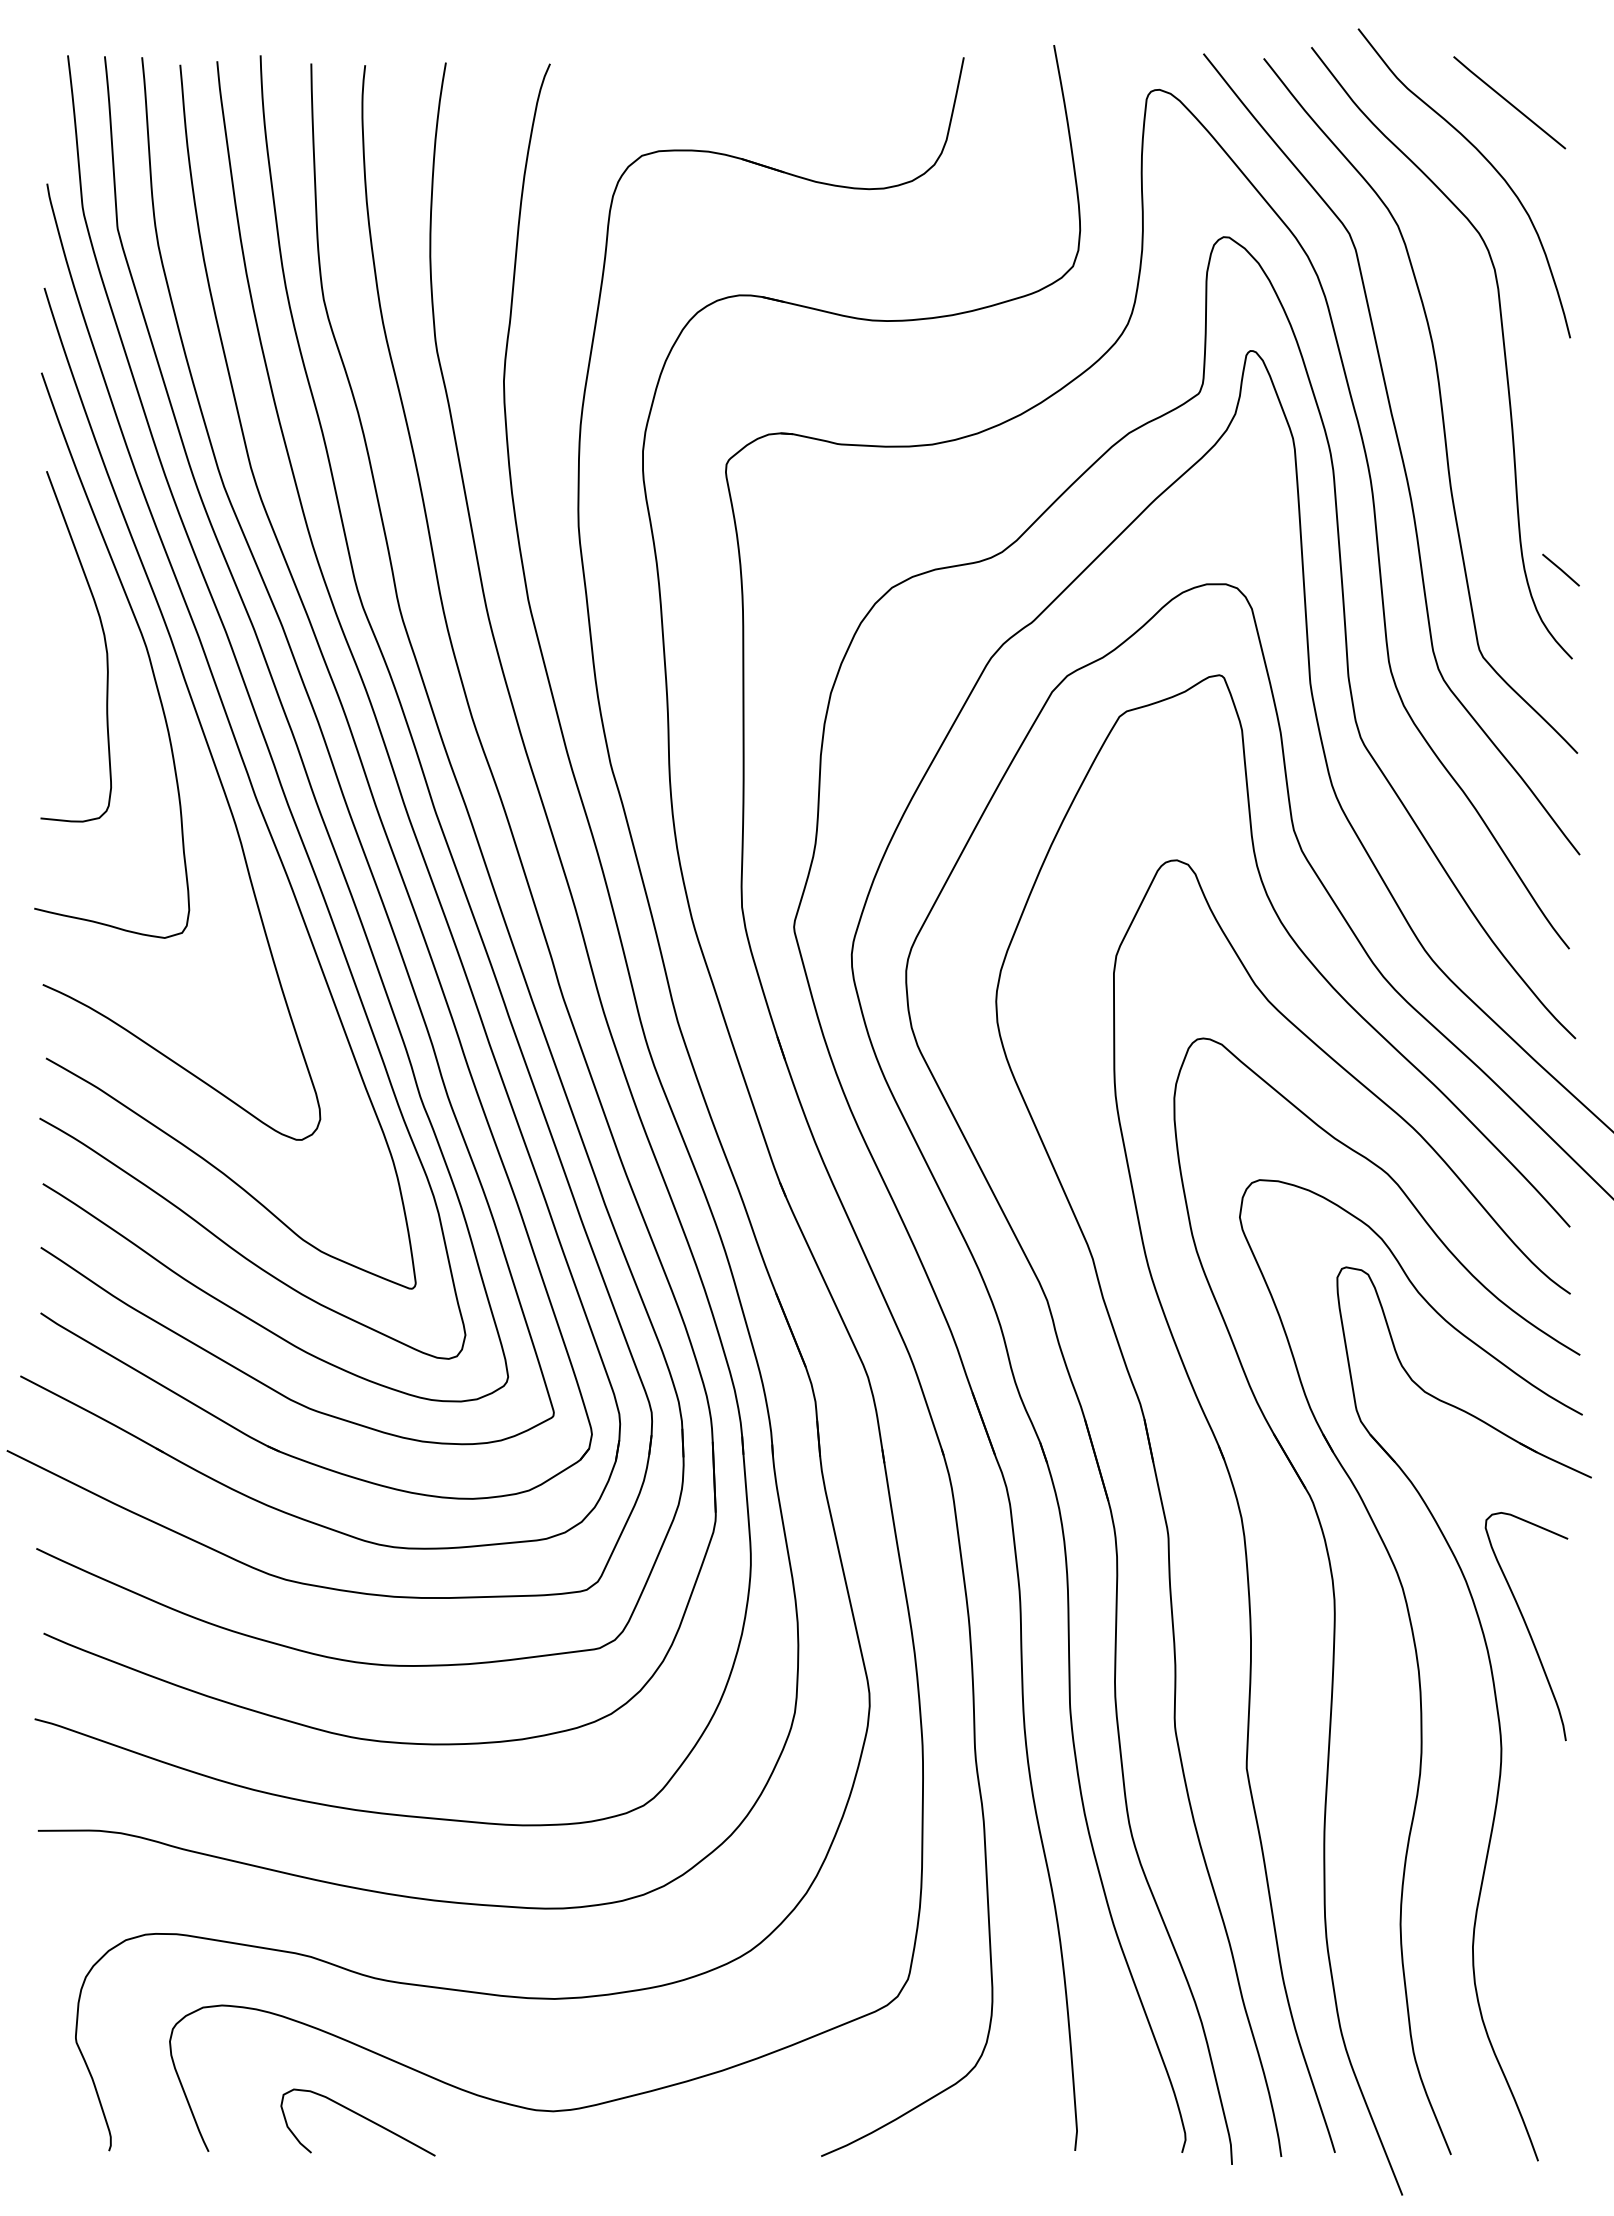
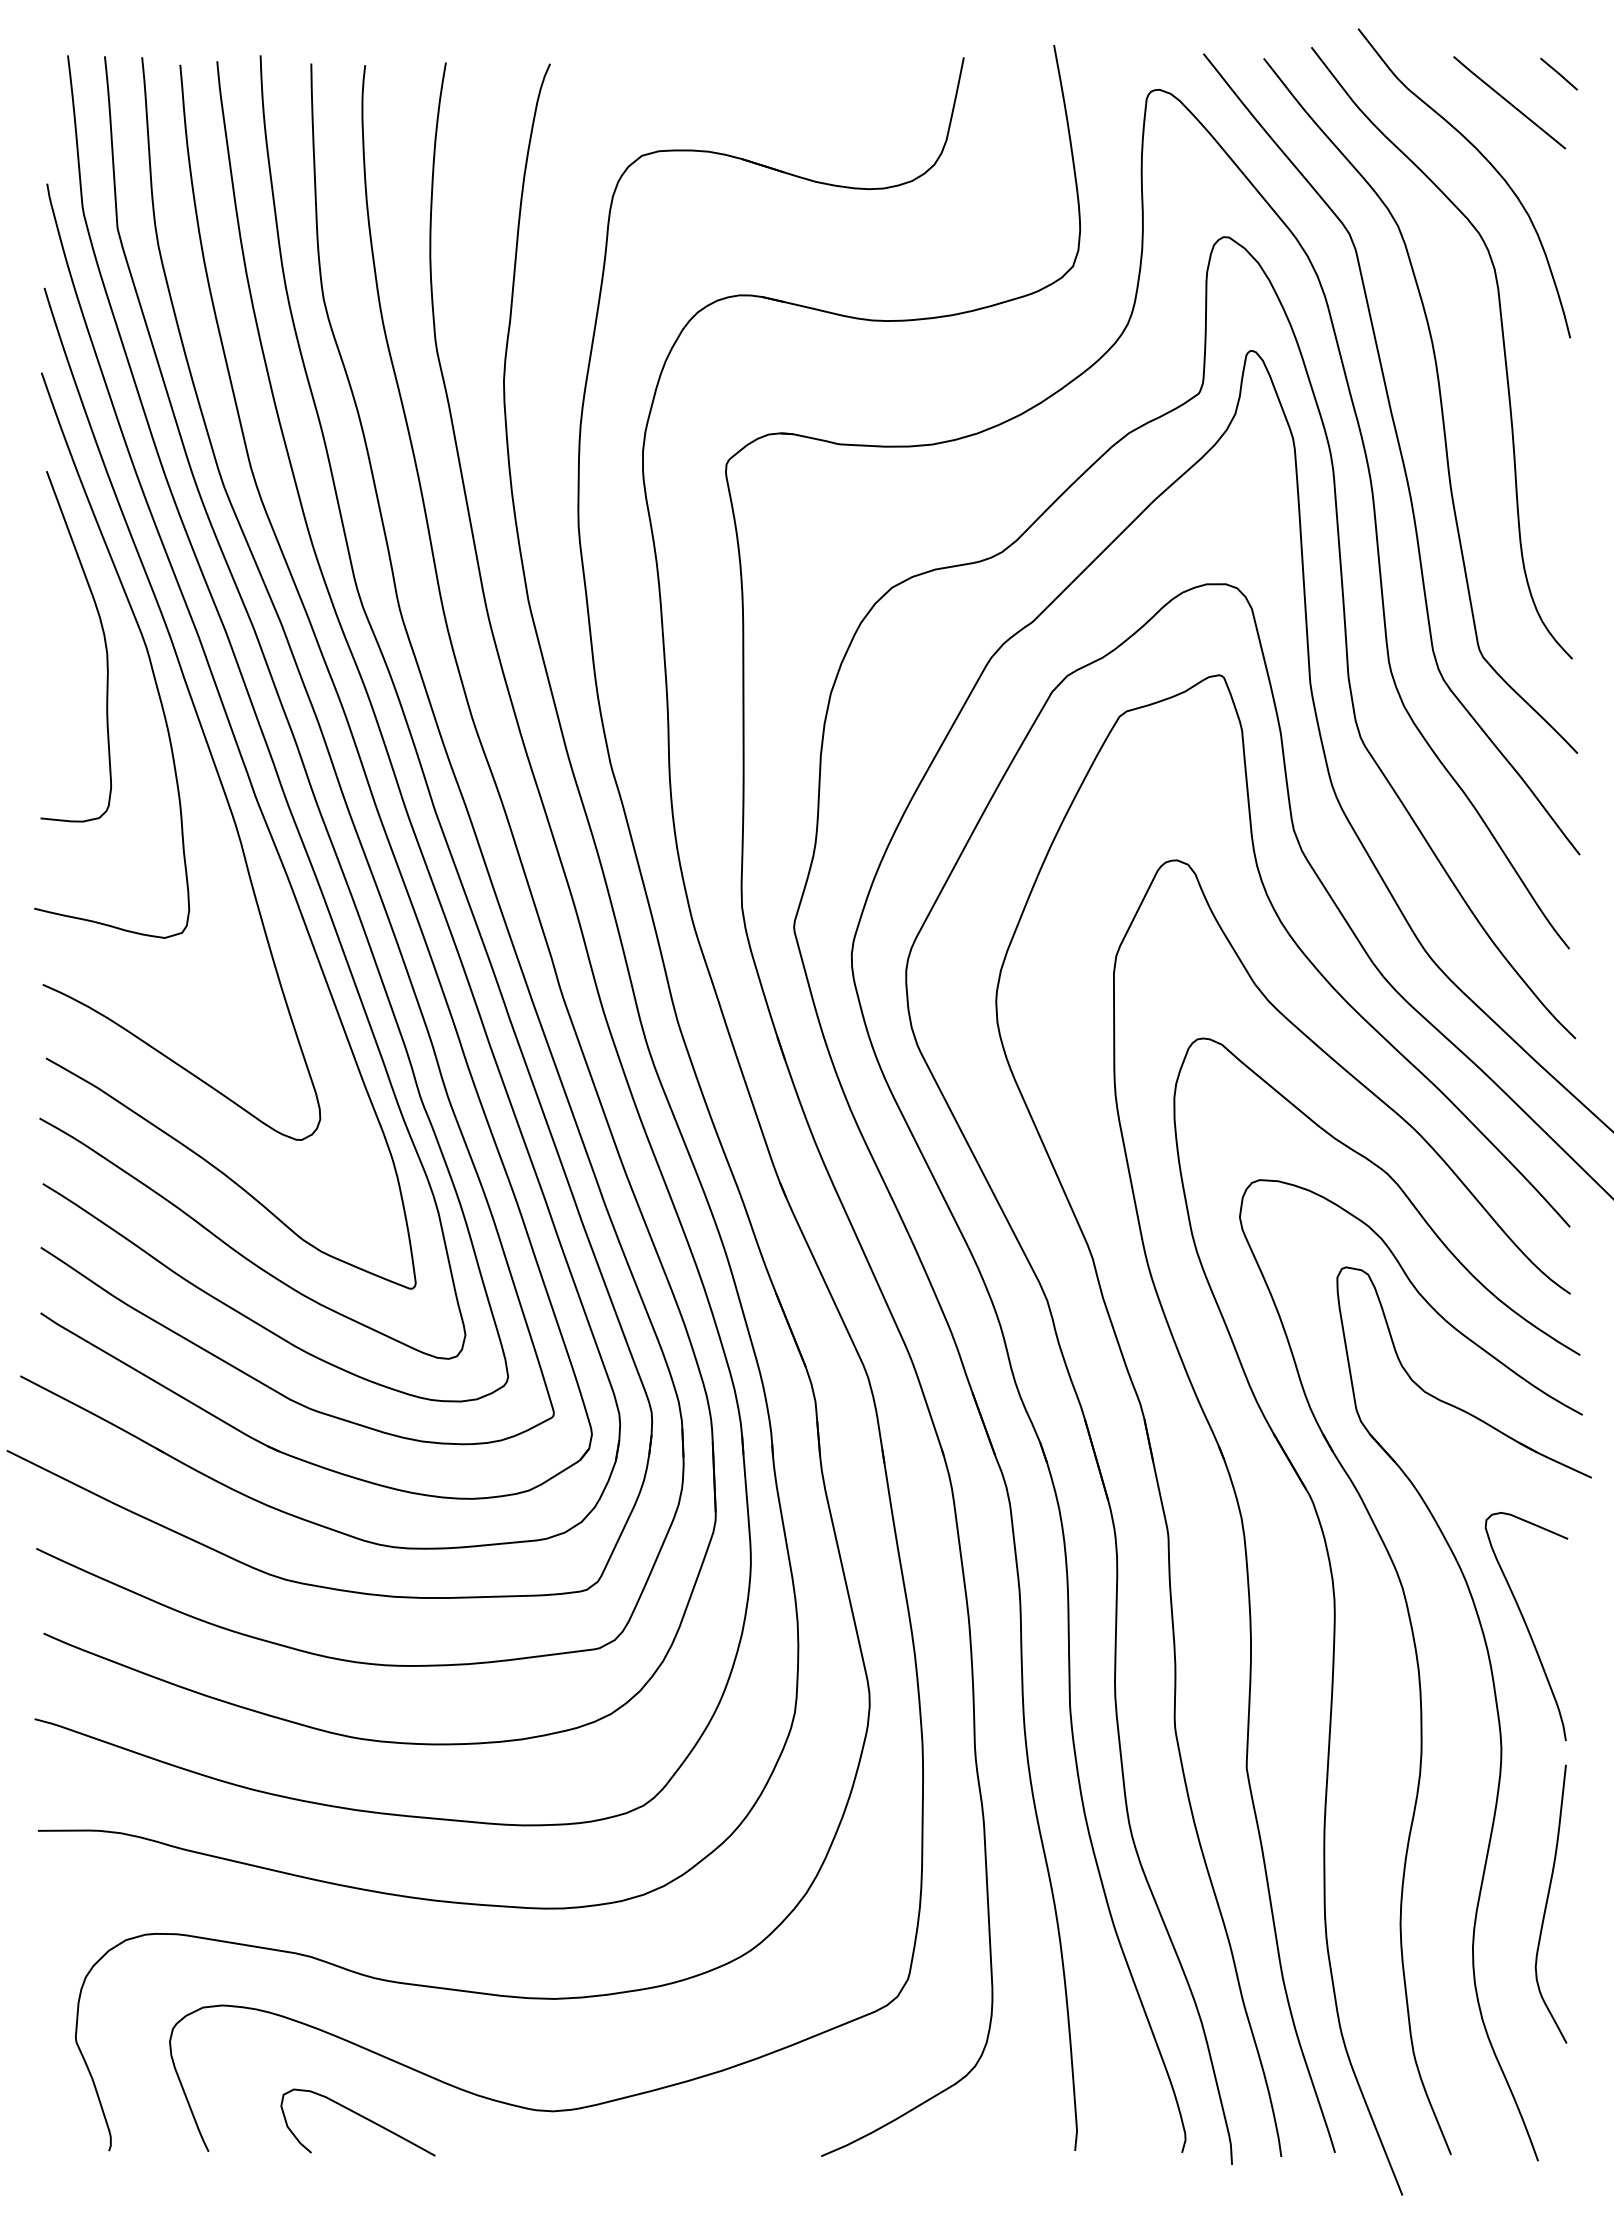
line at (1560, 569) position: (1560, 569) -> (1558, 73)
curve at (1547, 1903): none -> present
